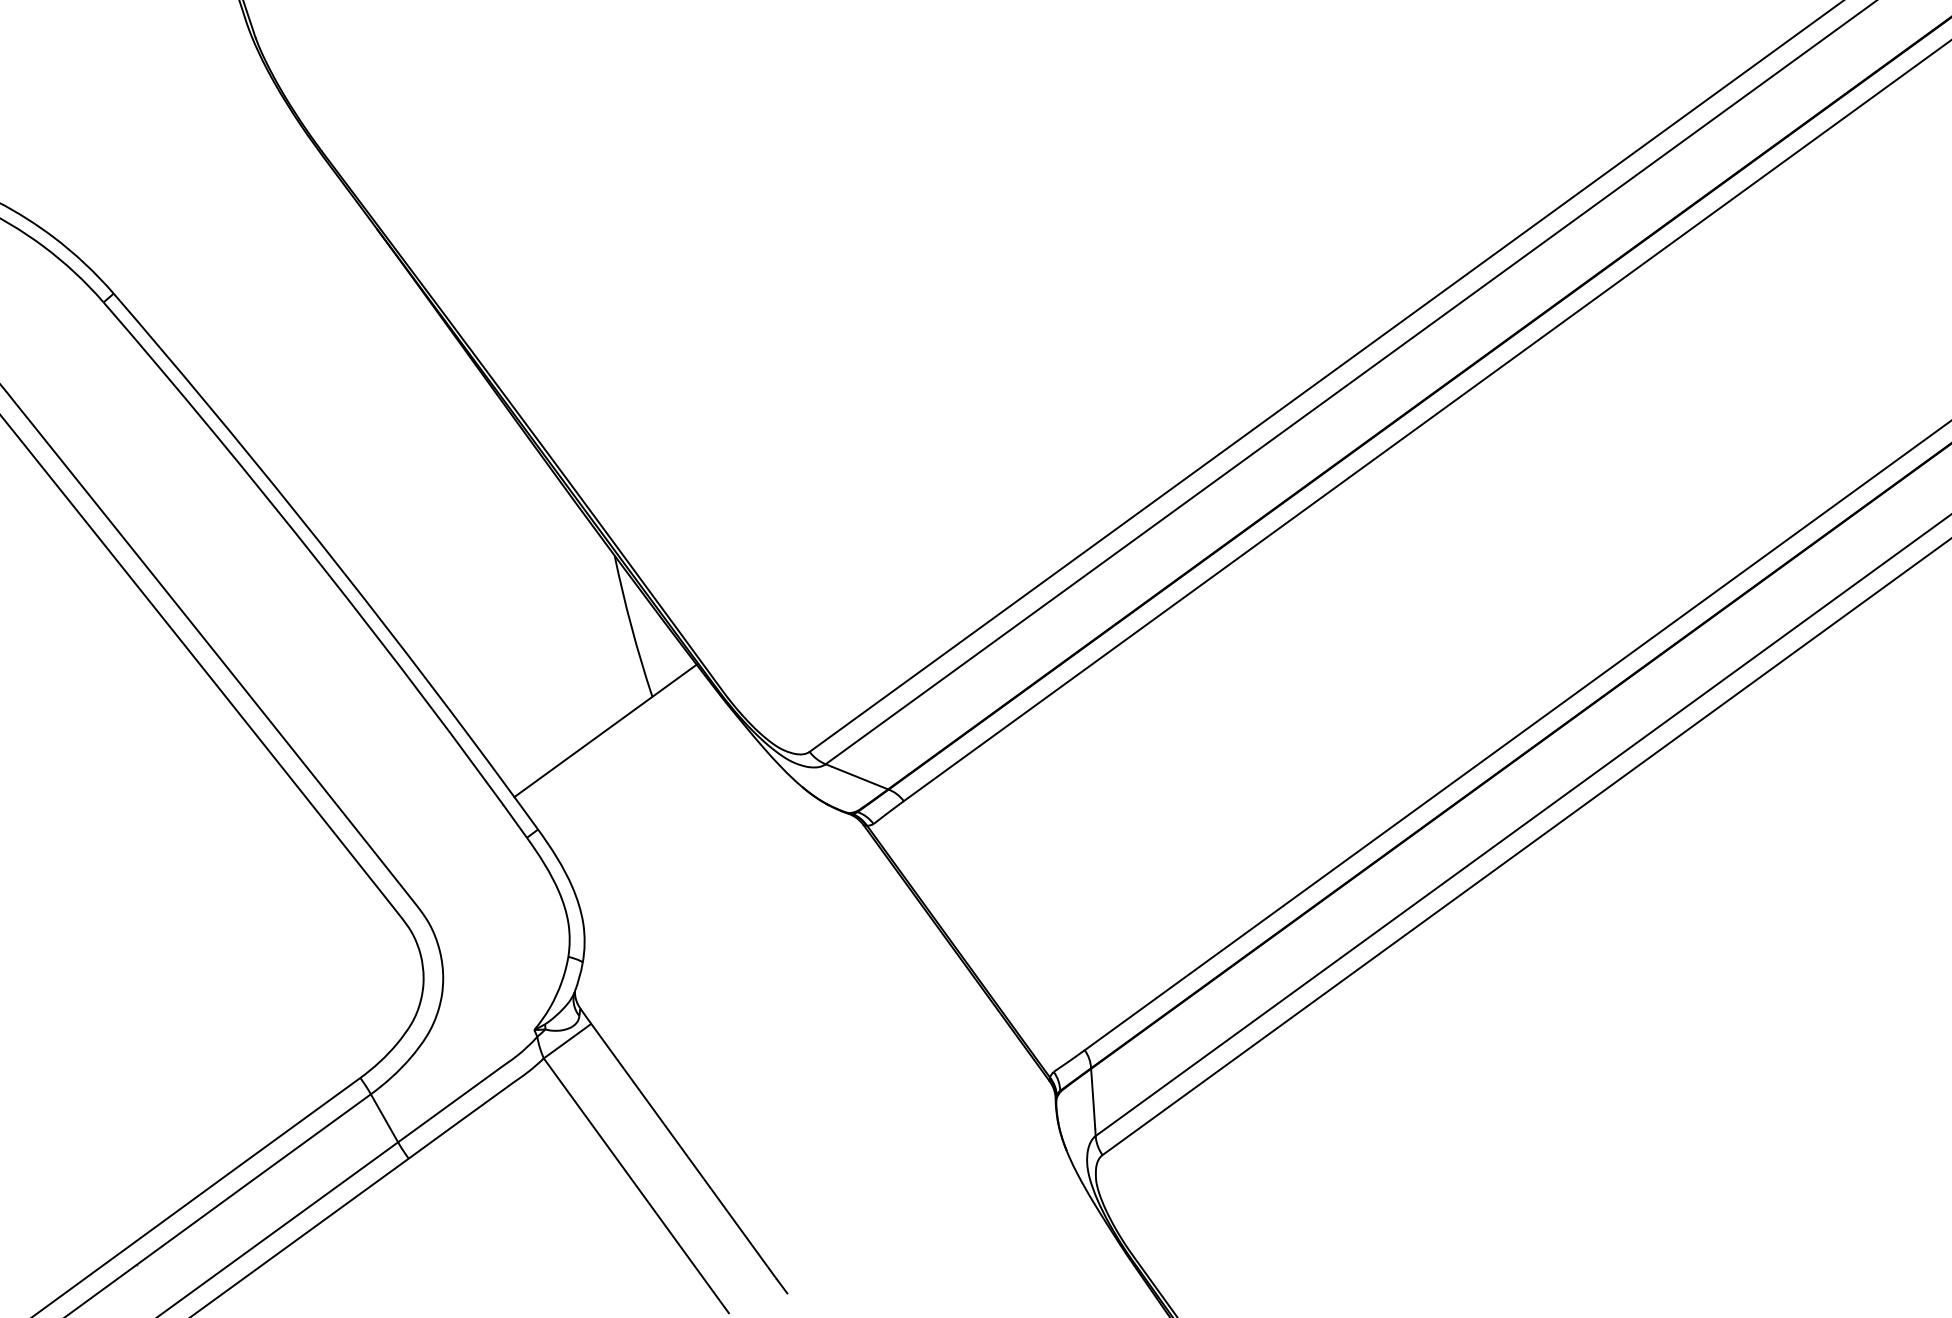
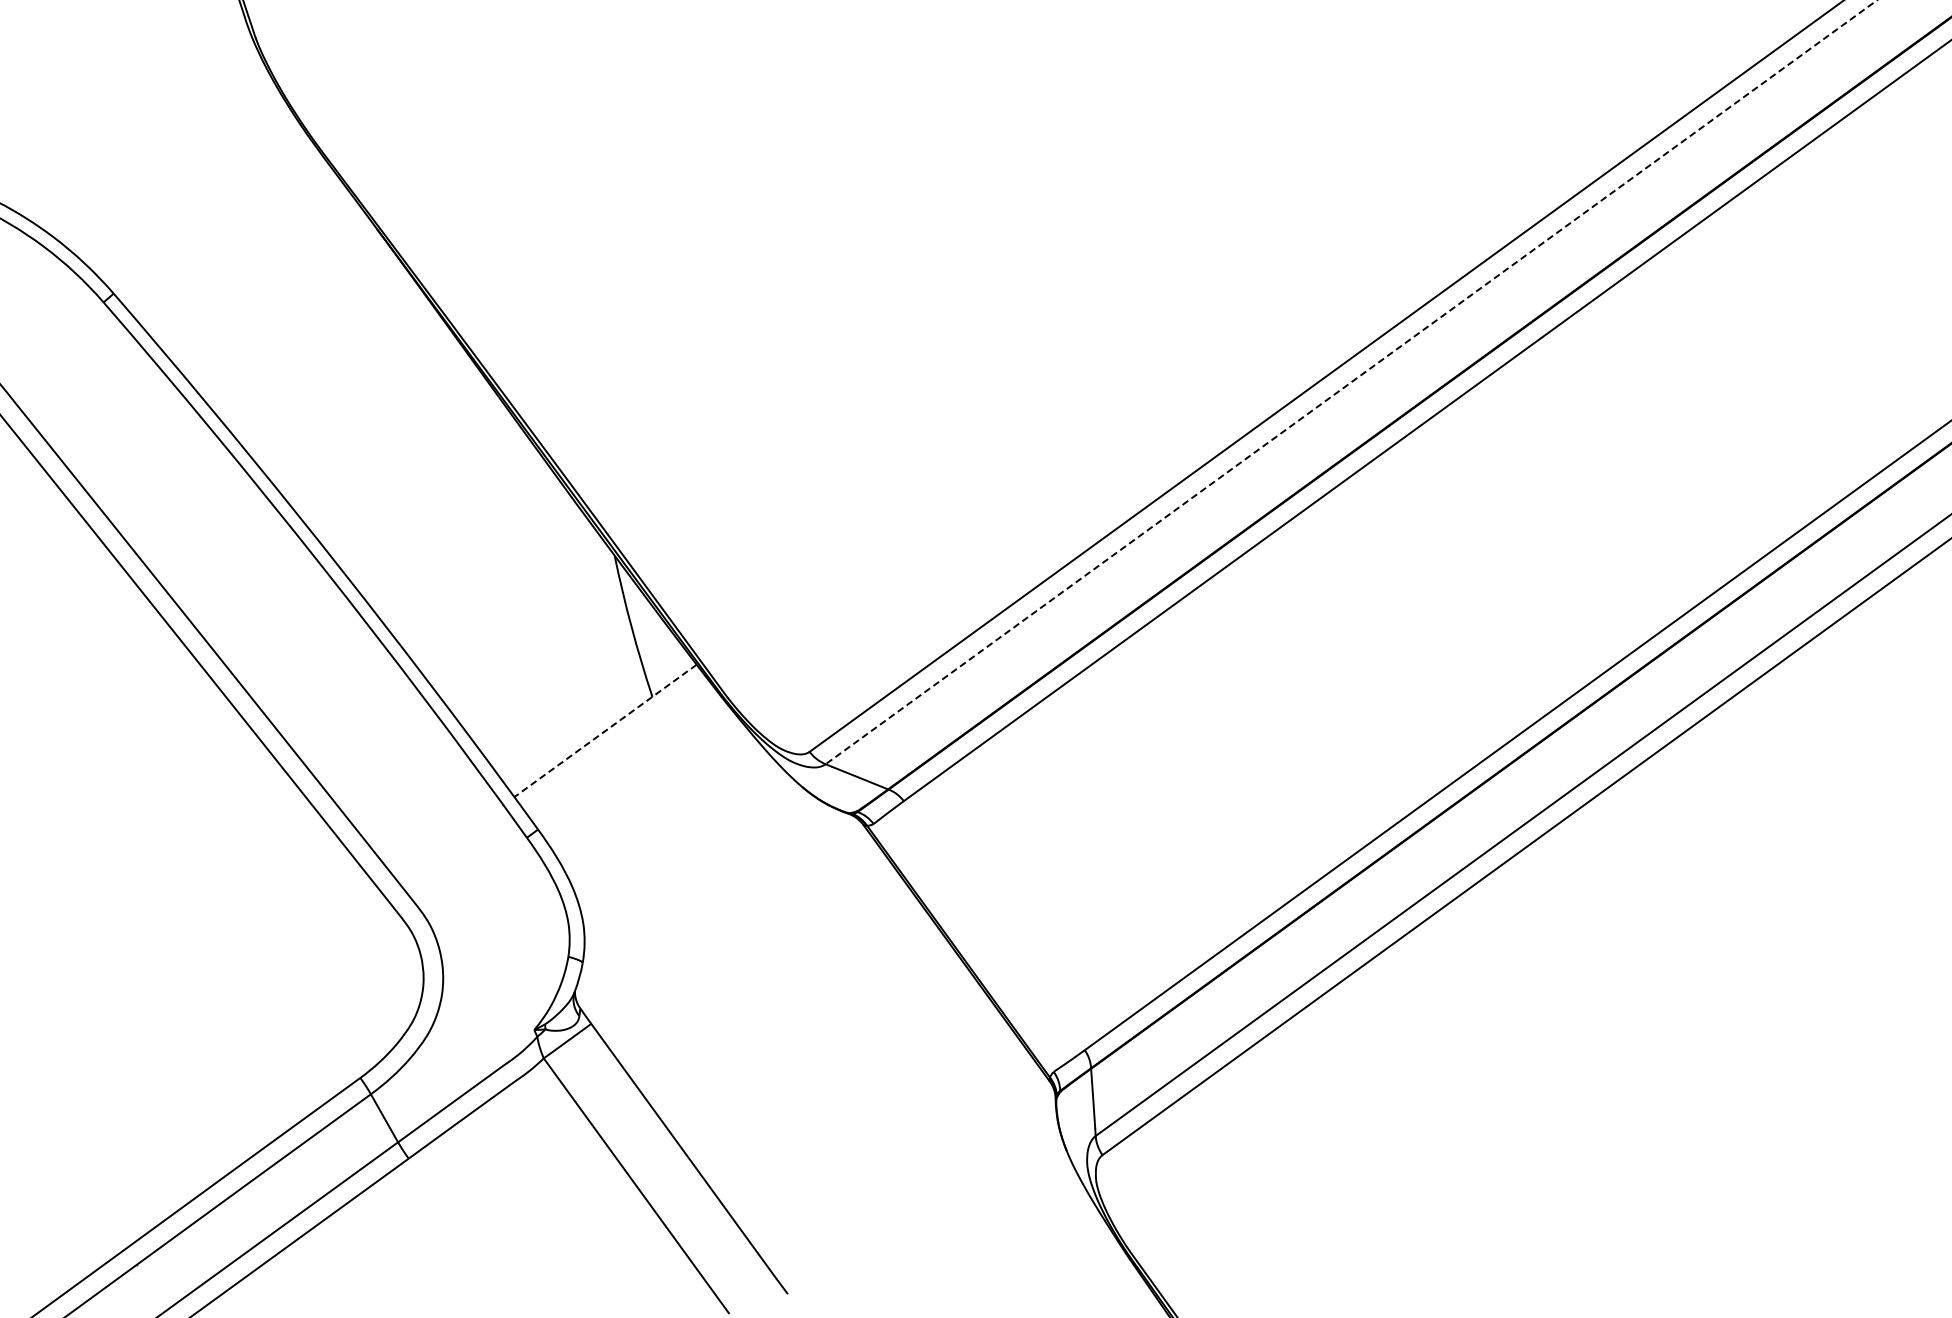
line at (1351, 382): solid -> dashed
line at (605, 730): solid -> dashed
